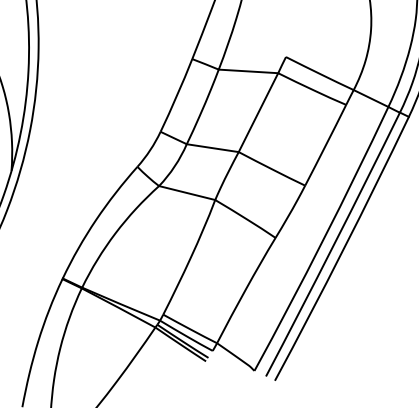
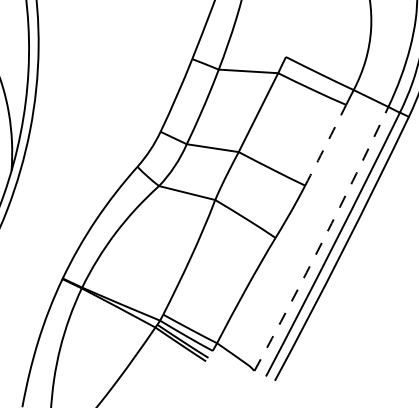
arc at (325, 145): solid -> dashed
arc at (323, 239): solid -> dashed
